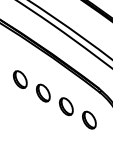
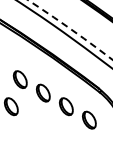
arc at (70, 29): solid -> dashed
part at (11, 106): none -> present
